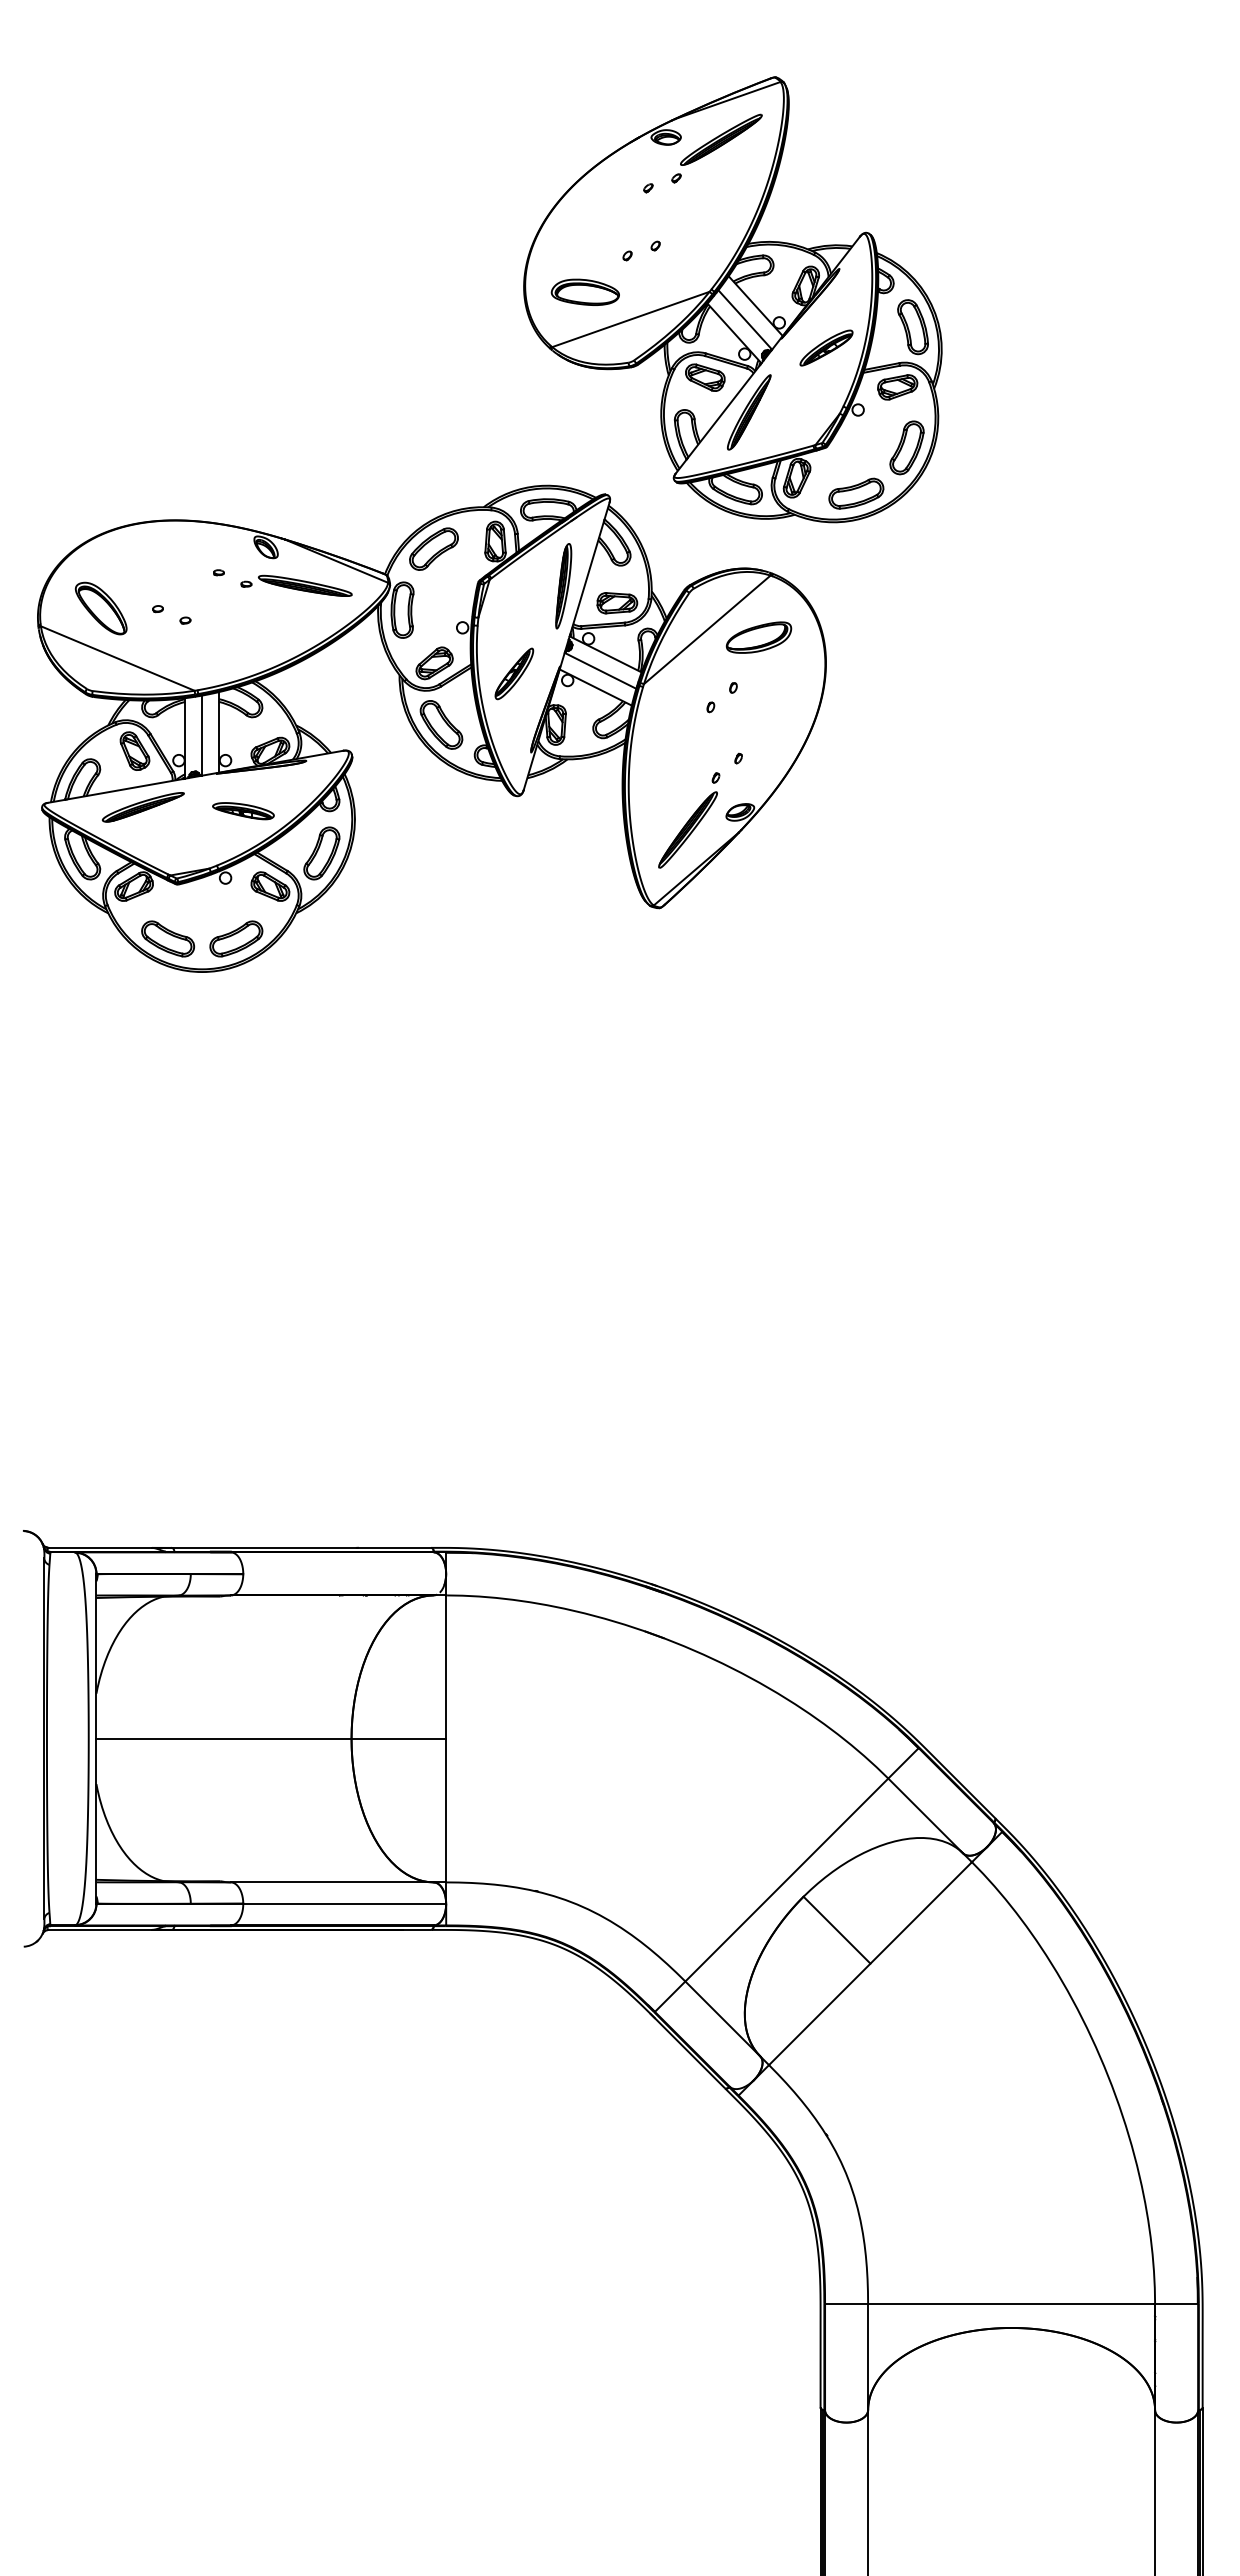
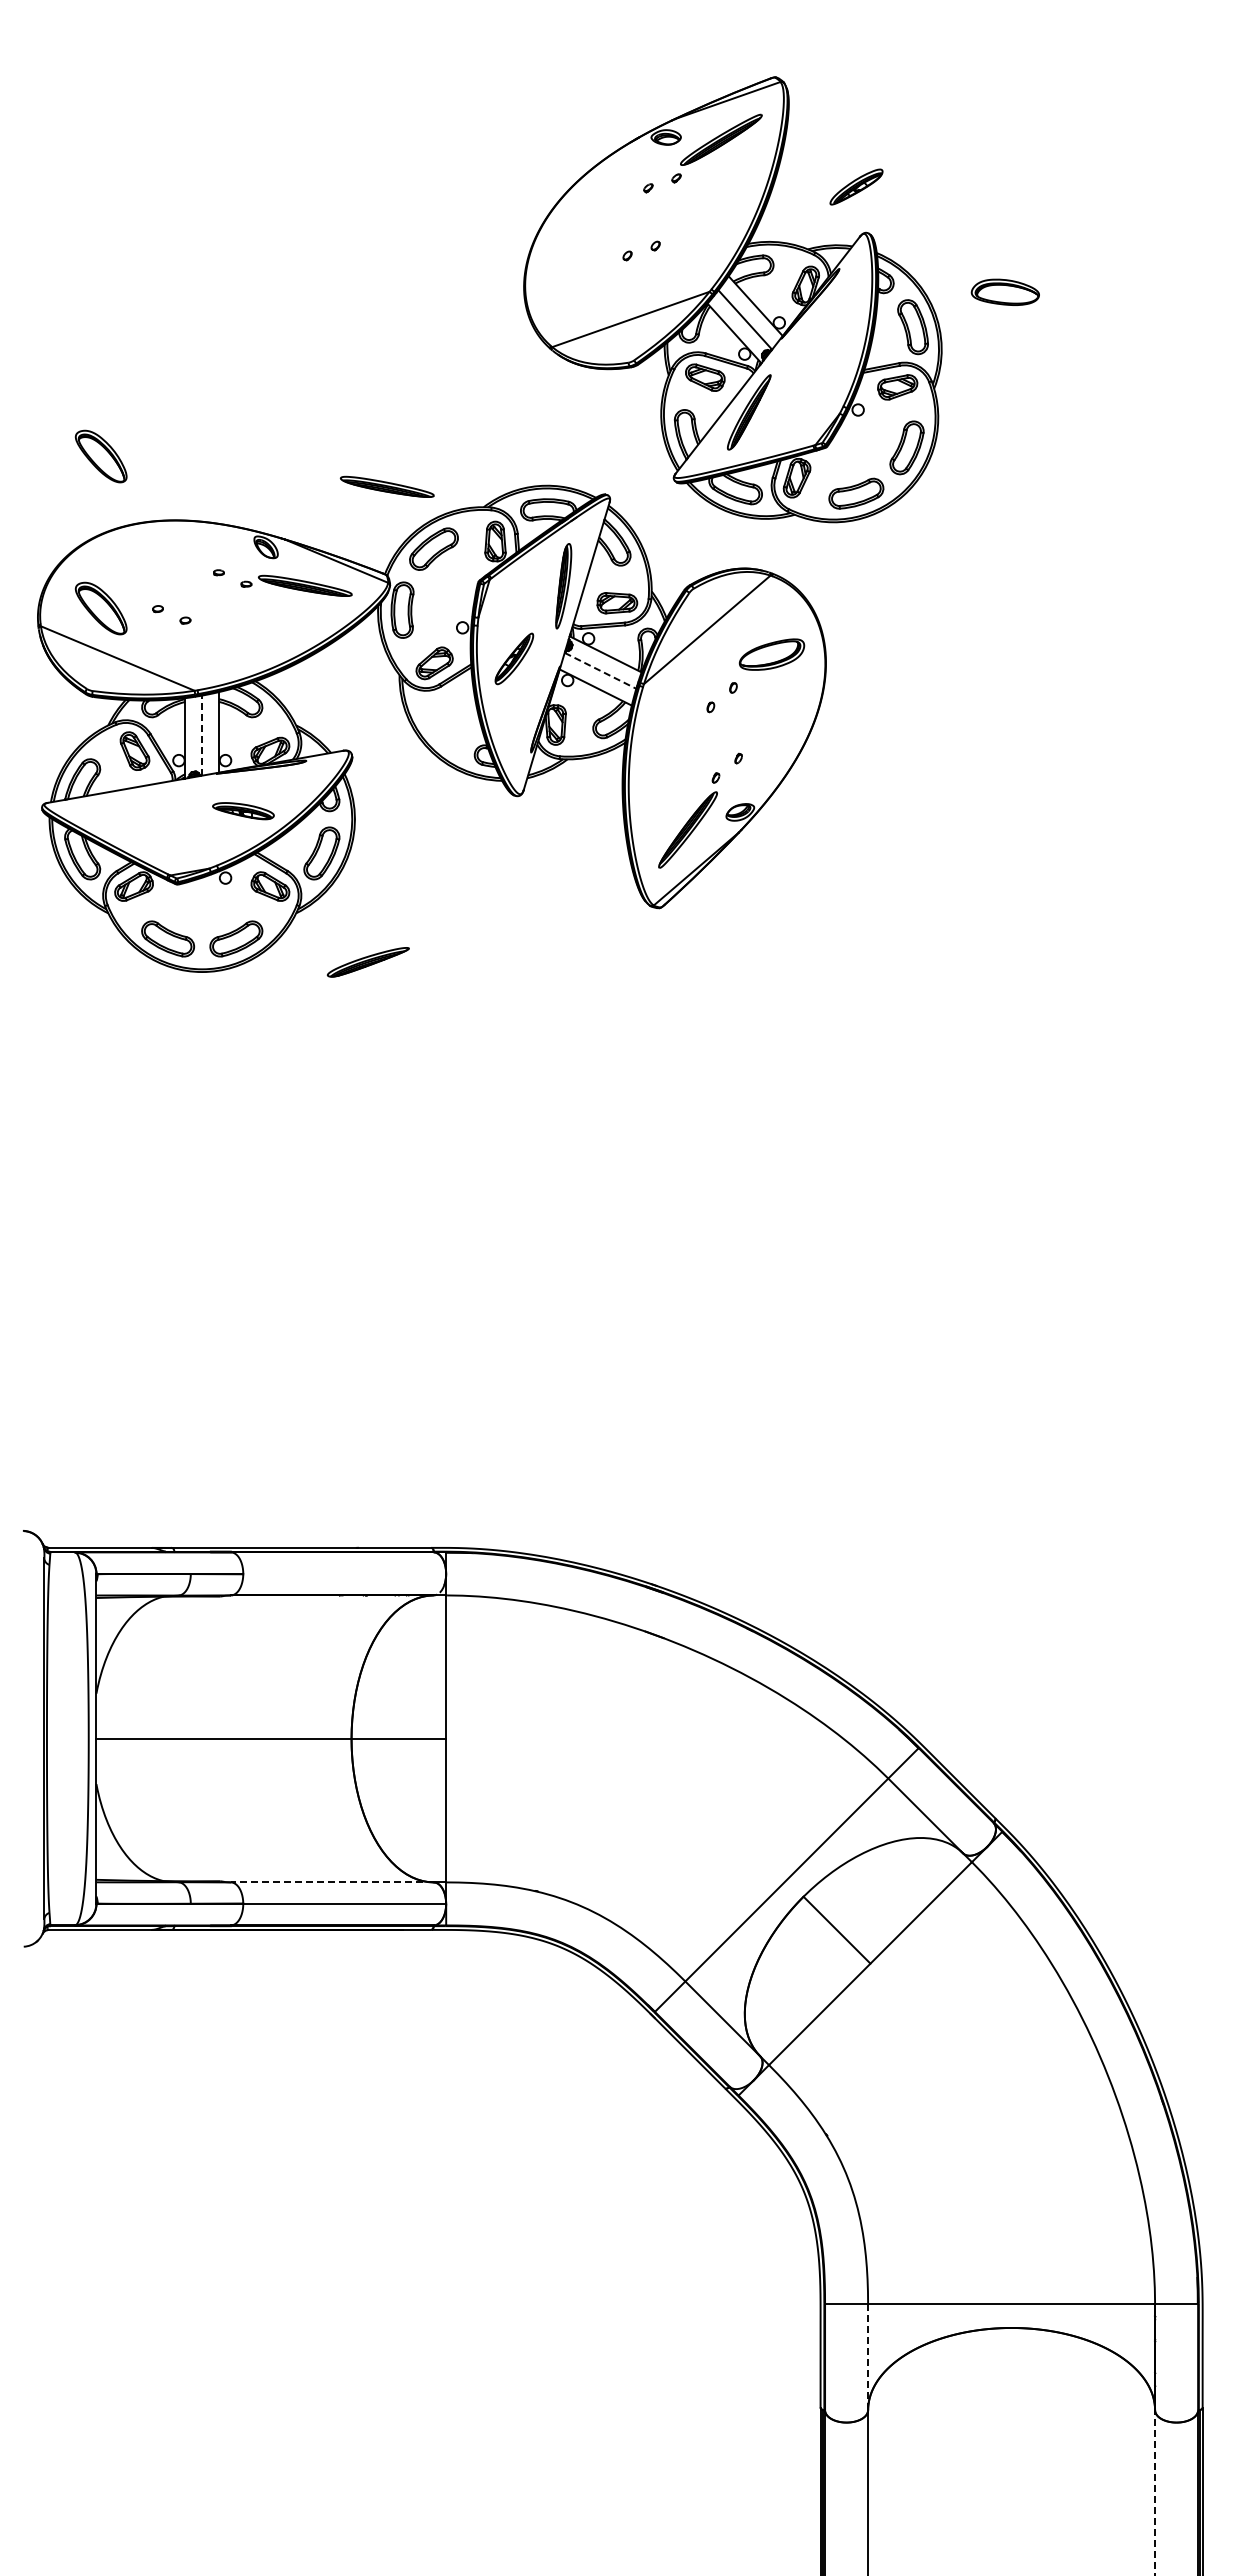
part at (584, 291) position: (584, 291) -> (1004, 291)
part at (826, 347) position: (826, 347) -> (856, 186)
part at (100, 456): none -> present
part at (386, 486): none -> present
part at (758, 637) position: (758, 637) -> (771, 654)
line at (600, 671): solid -> dashed
part at (514, 673) position: (514, 673) -> (514, 658)
part at (441, 724): present -> none
line at (202, 735): solid -> dashed
part at (142, 807) position: (142, 807) -> (367, 962)
line at (331, 1882): solid -> dashed
line at (868, 2357): solid -> dashed
line at (1155, 2492): solid -> dashed
